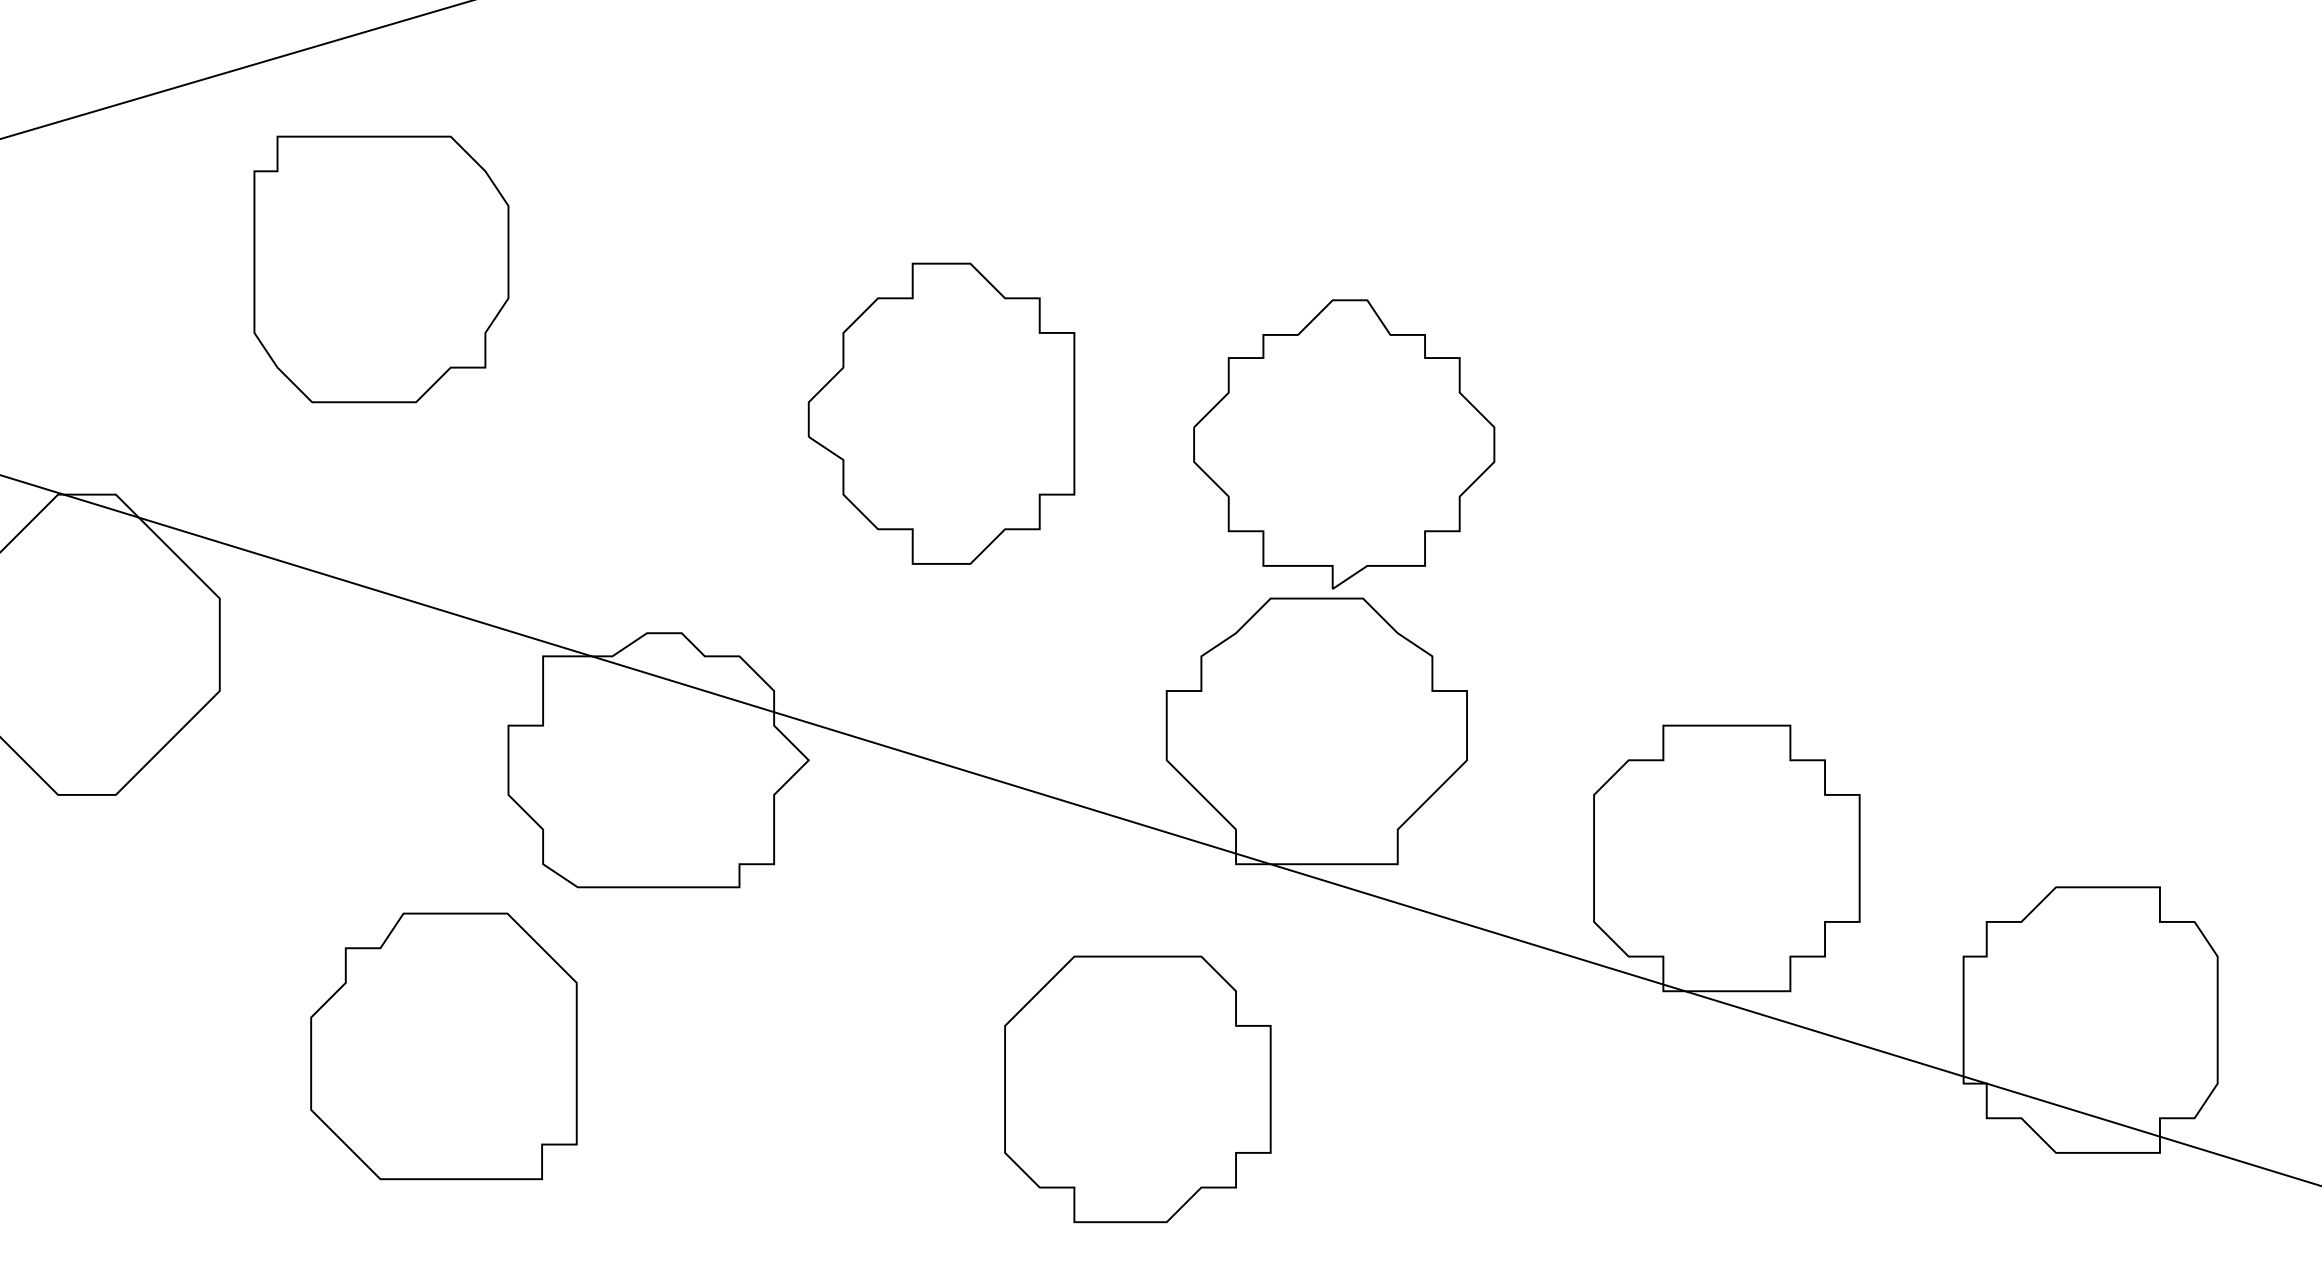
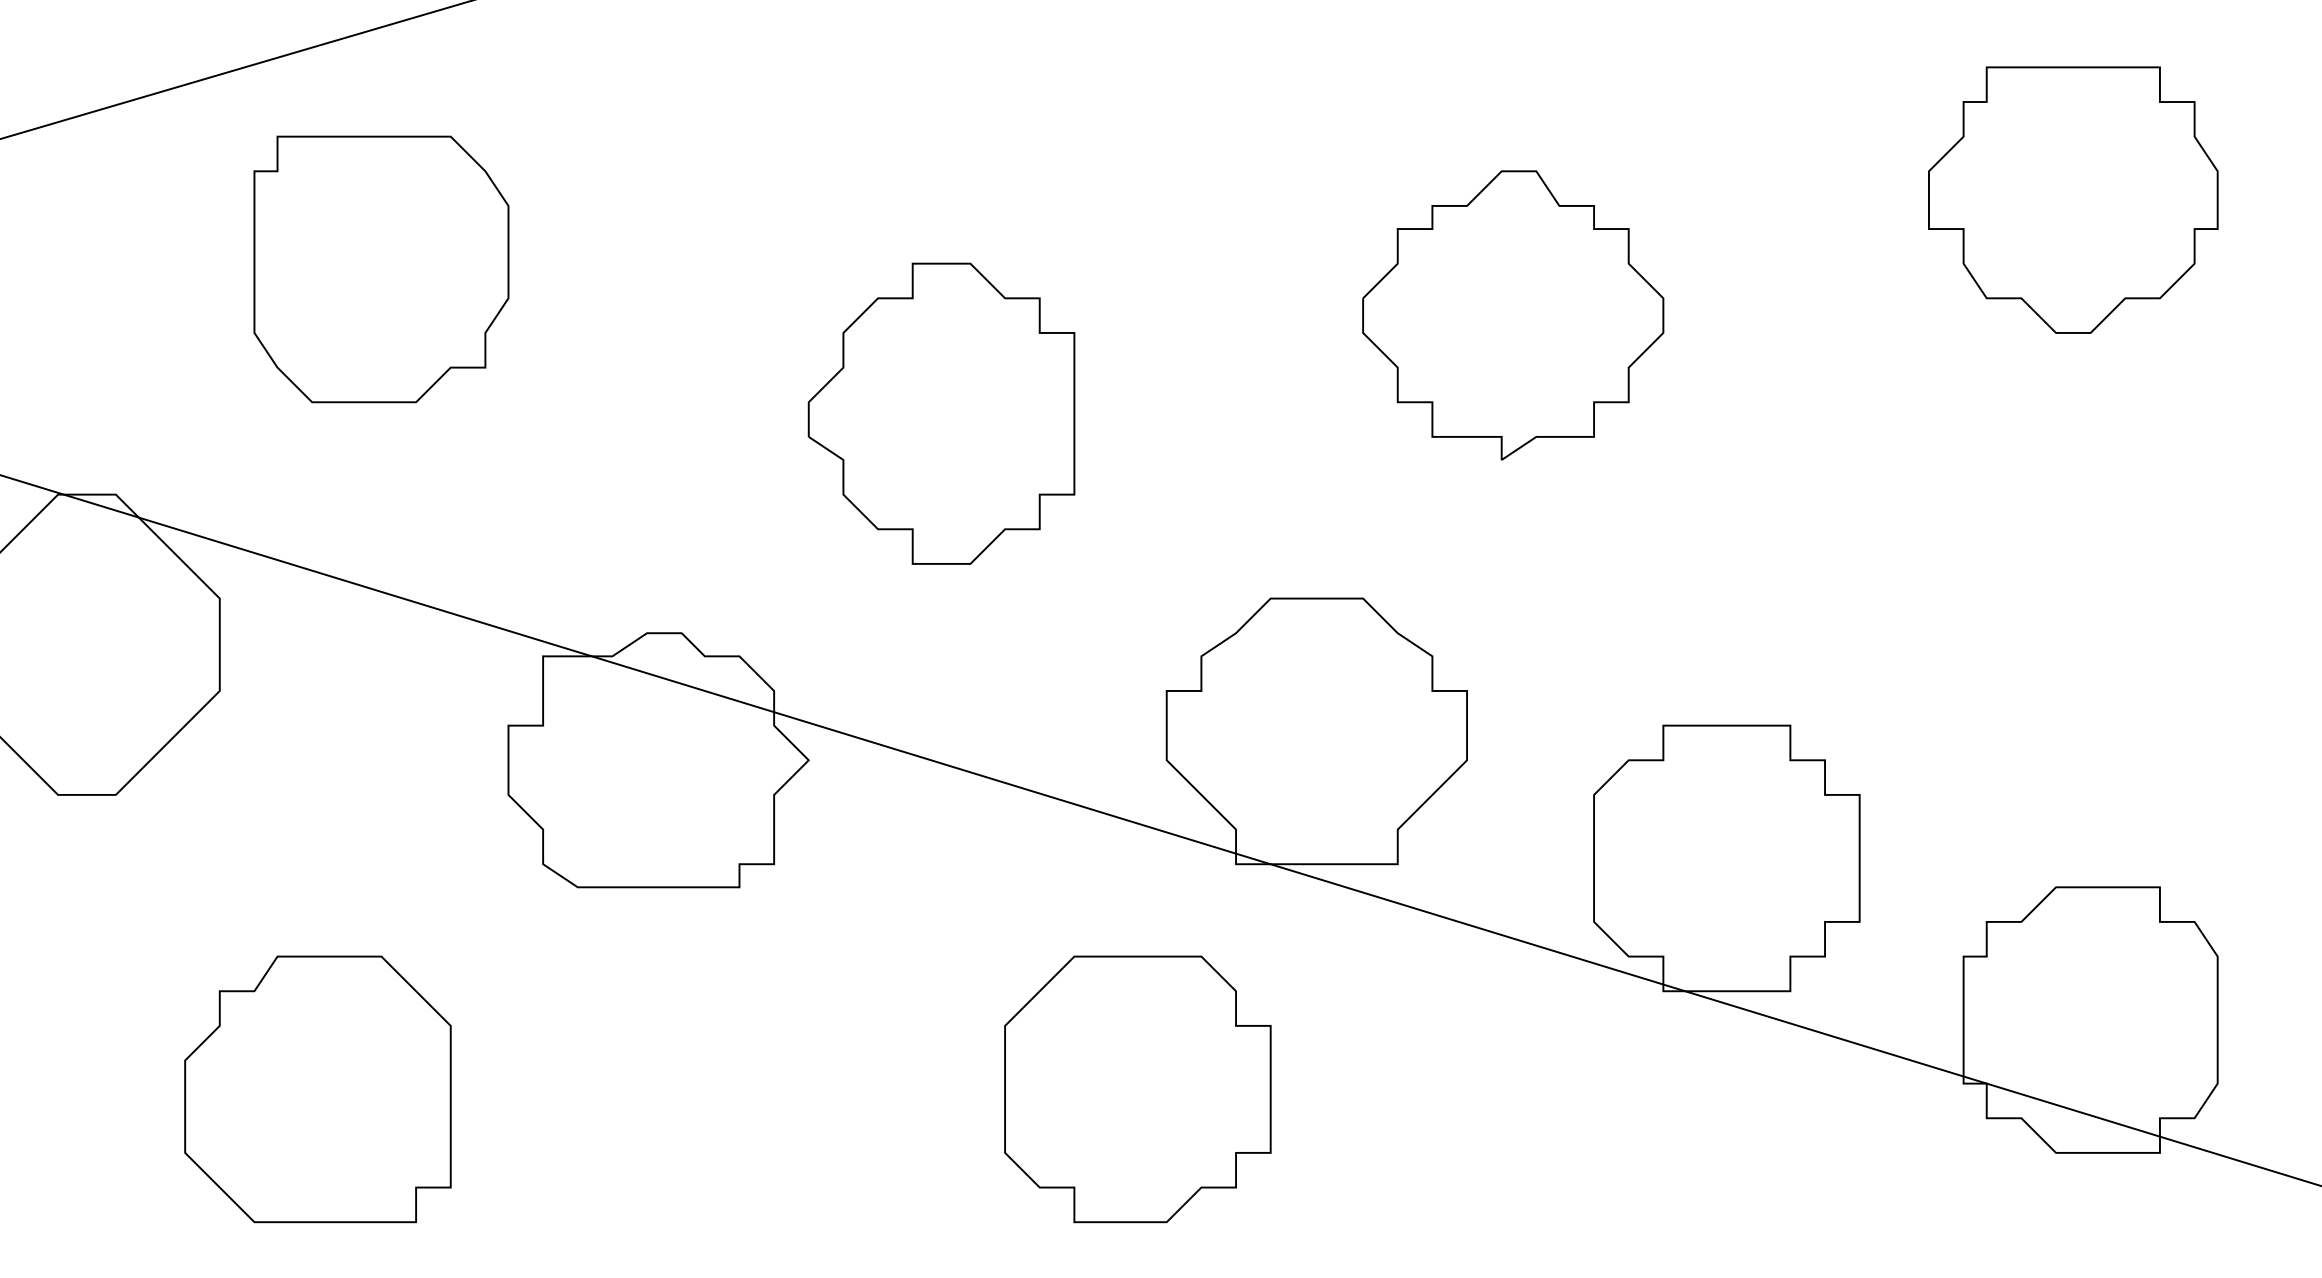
part at (2073, 199): none -> present
part at (1344, 444) position: (1344, 444) -> (1513, 315)
part at (443, 1046) position: (443, 1046) -> (317, 1089)
